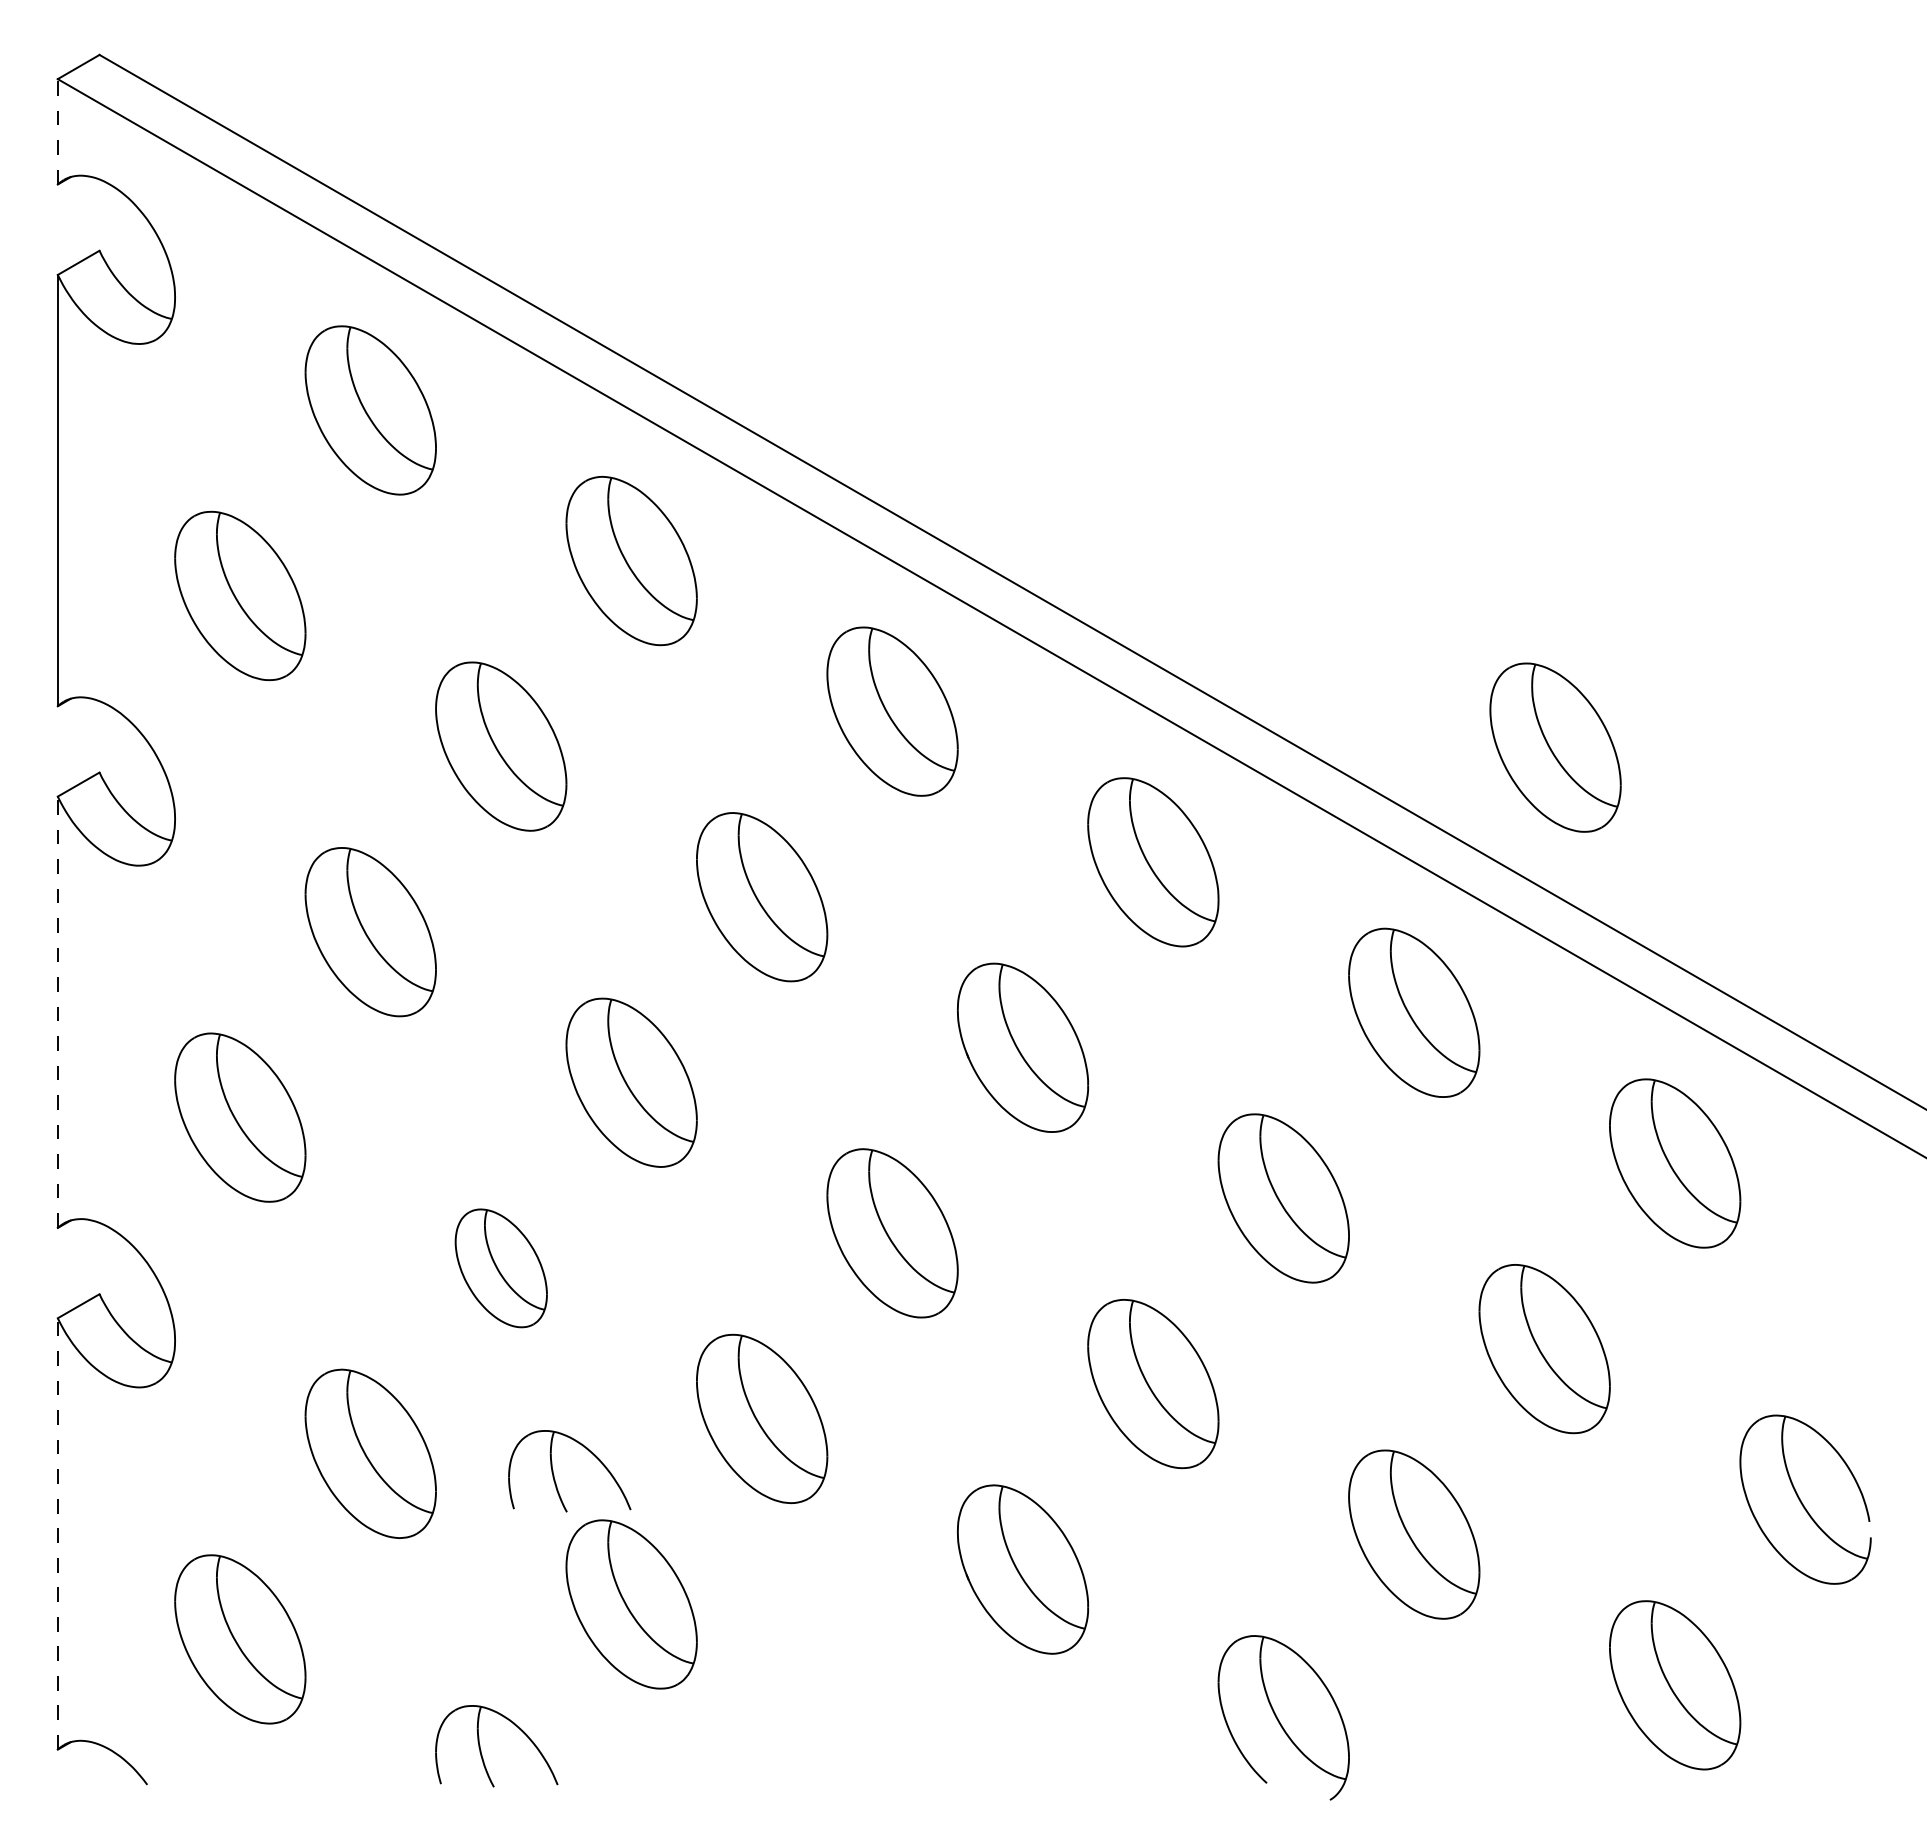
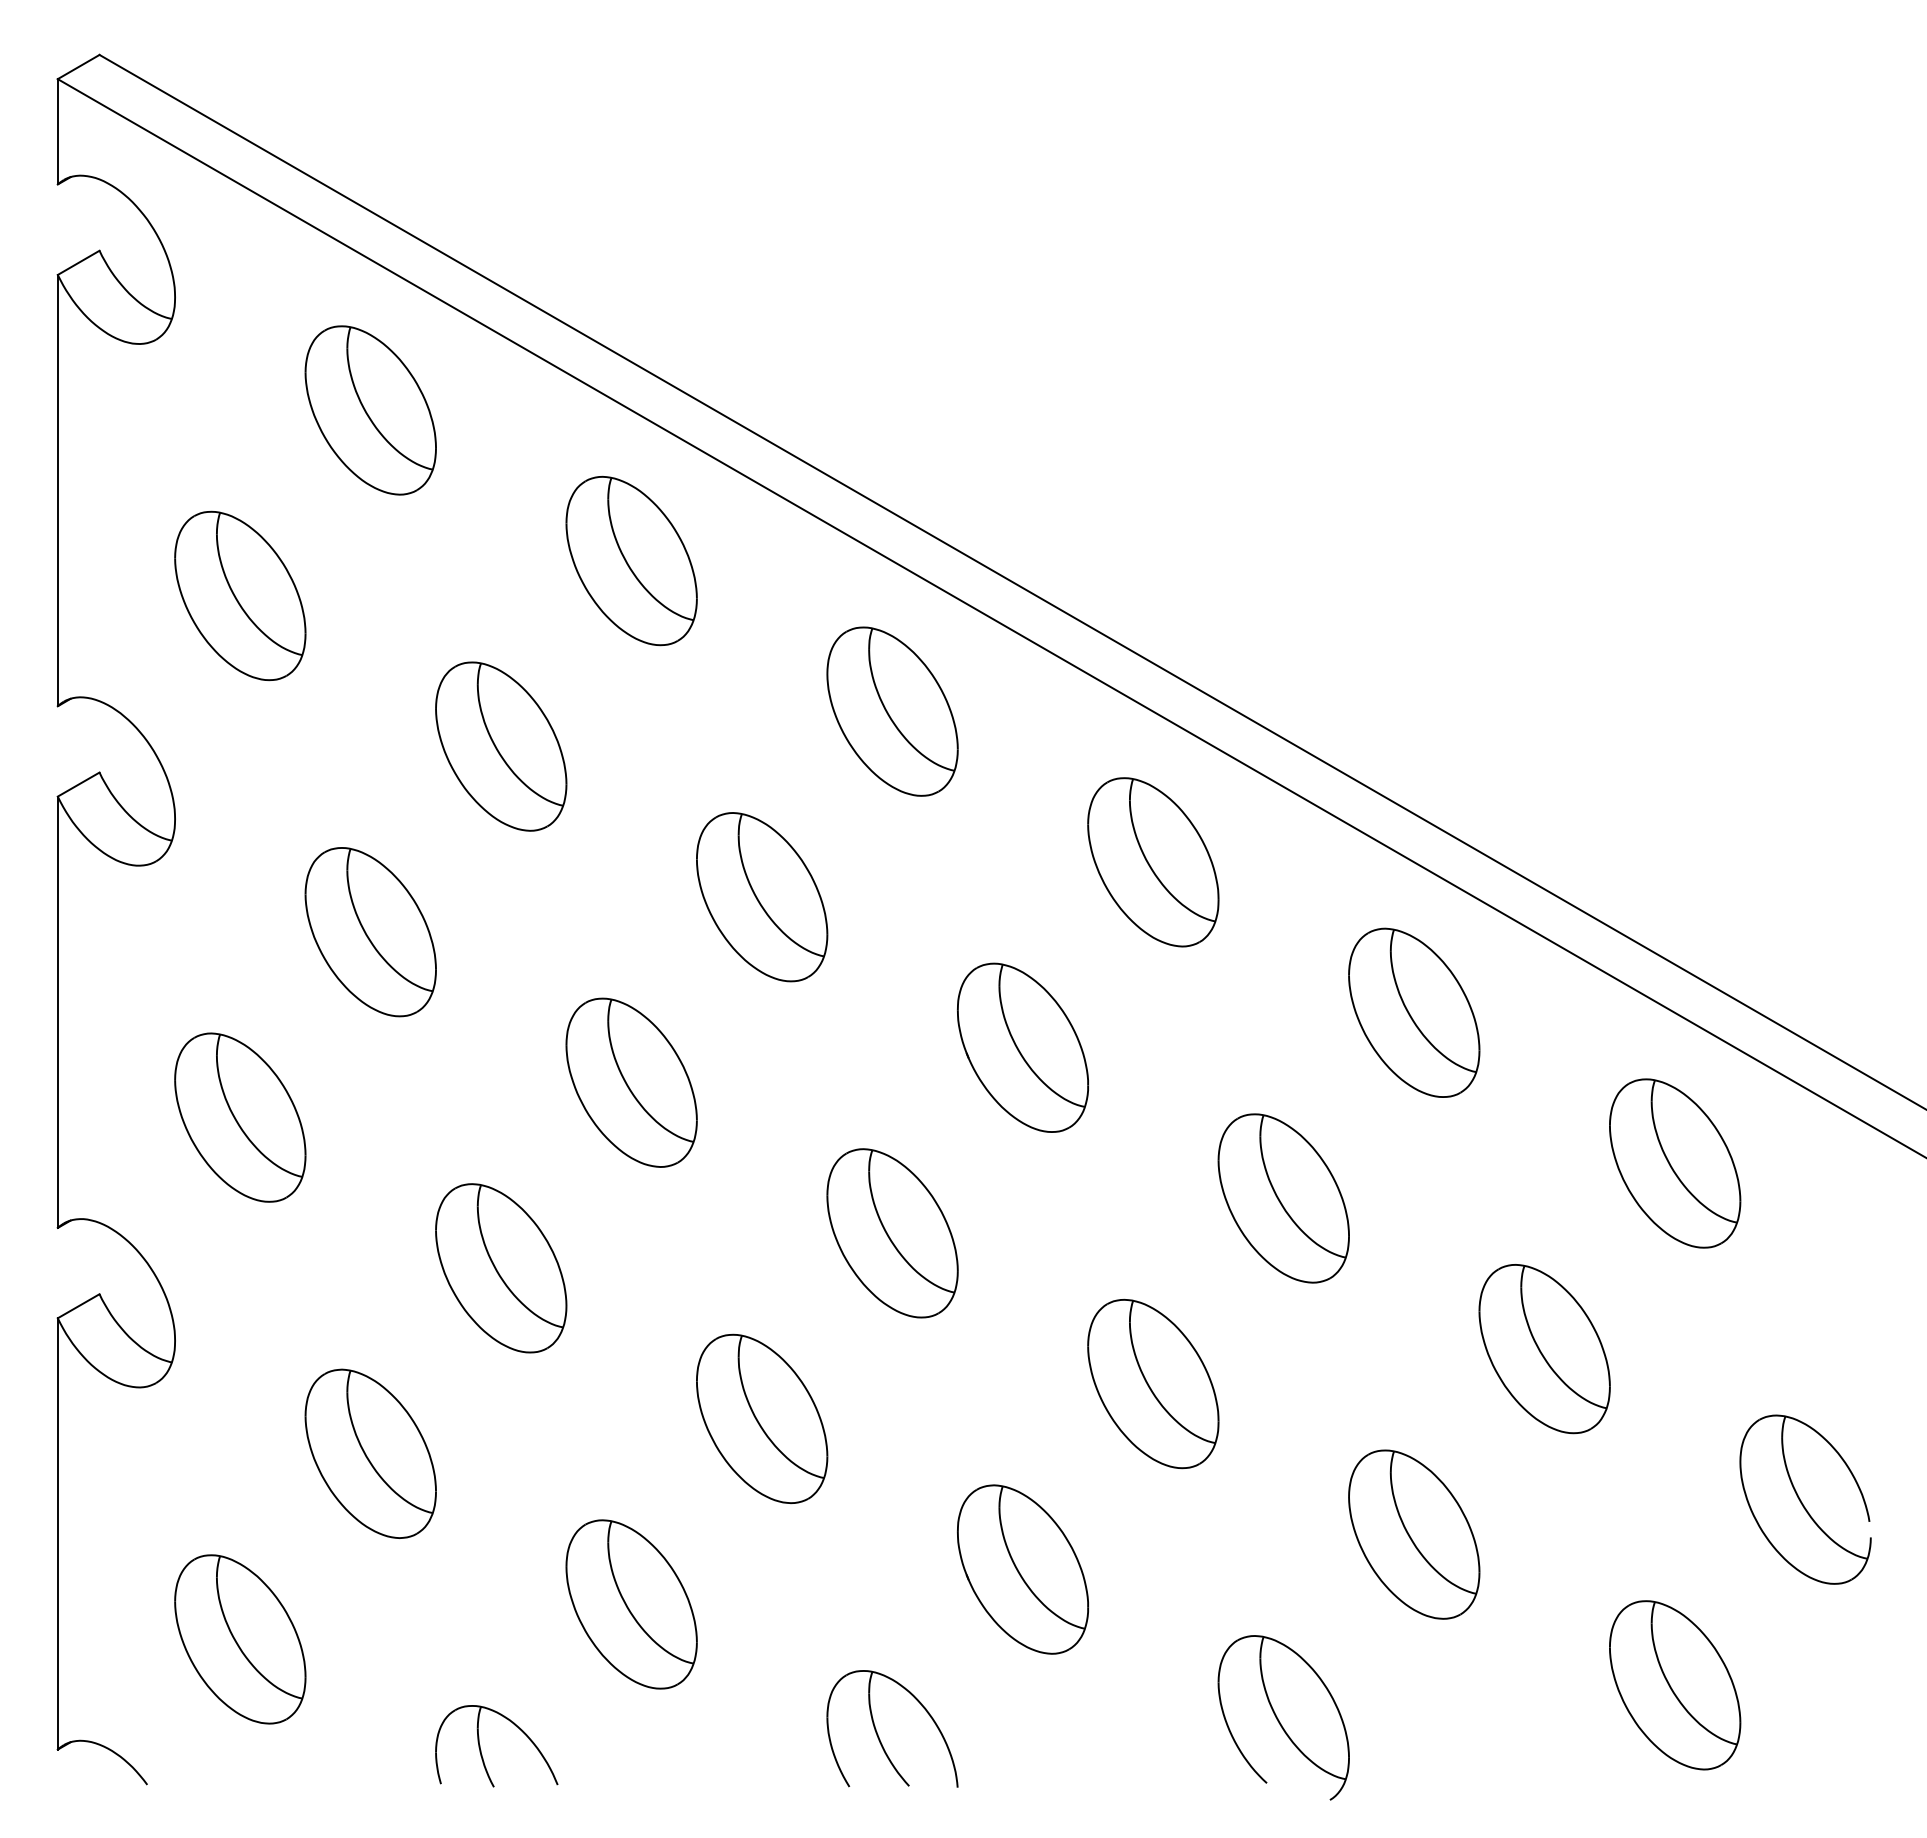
line at (57, 131): dashed -> solid
part at (1555, 747): present -> none
line at (57, 1012): dashed -> solid
part at (500, 1268) size: 94x121 px -> 133x171 px
part at (554, 1475): present -> none
line at (57, 1533): dashed -> solid
part at (878, 1734): none -> present
